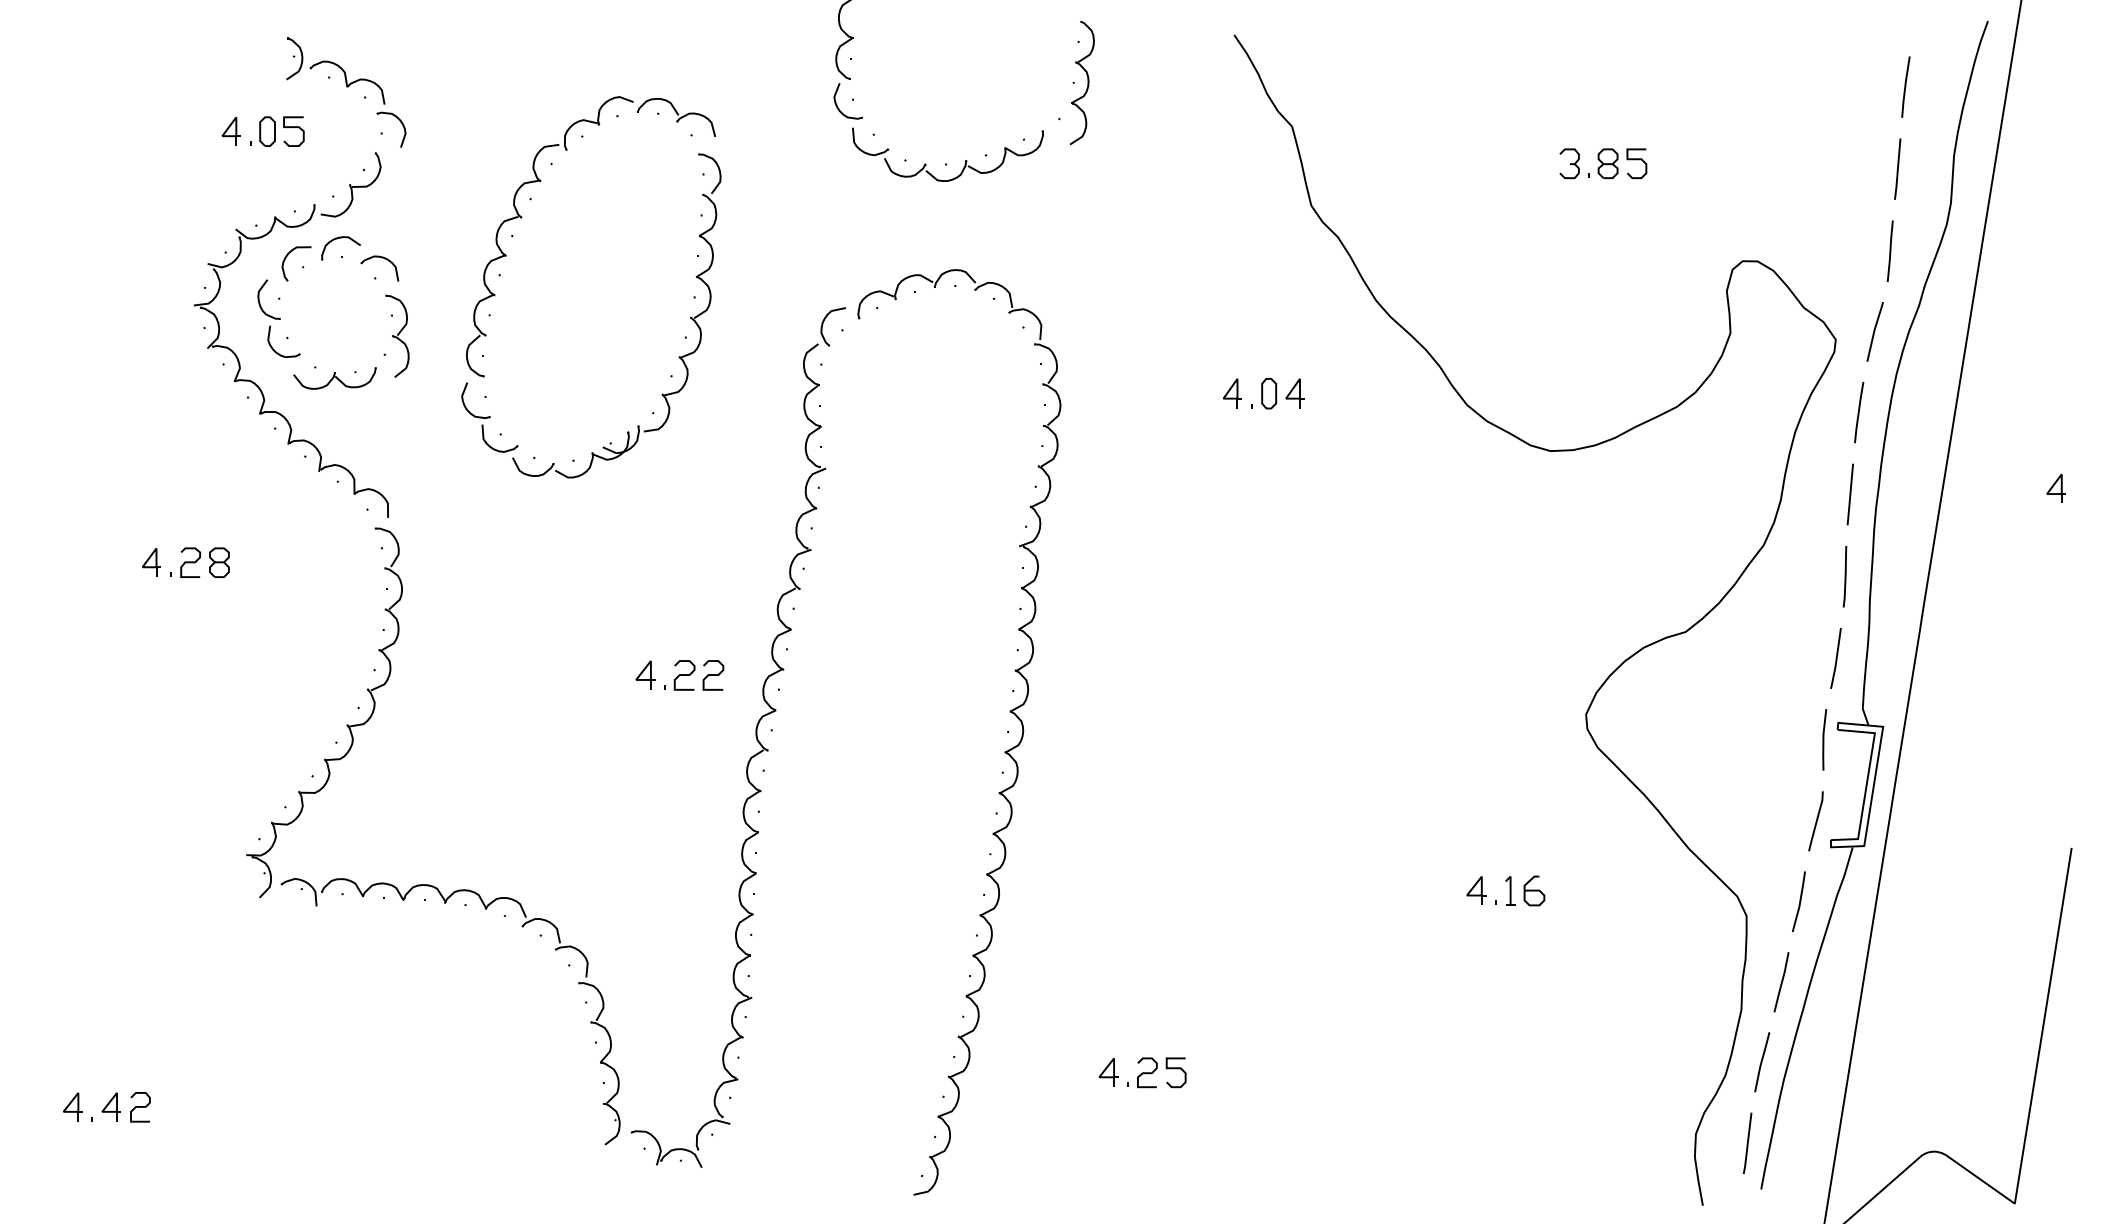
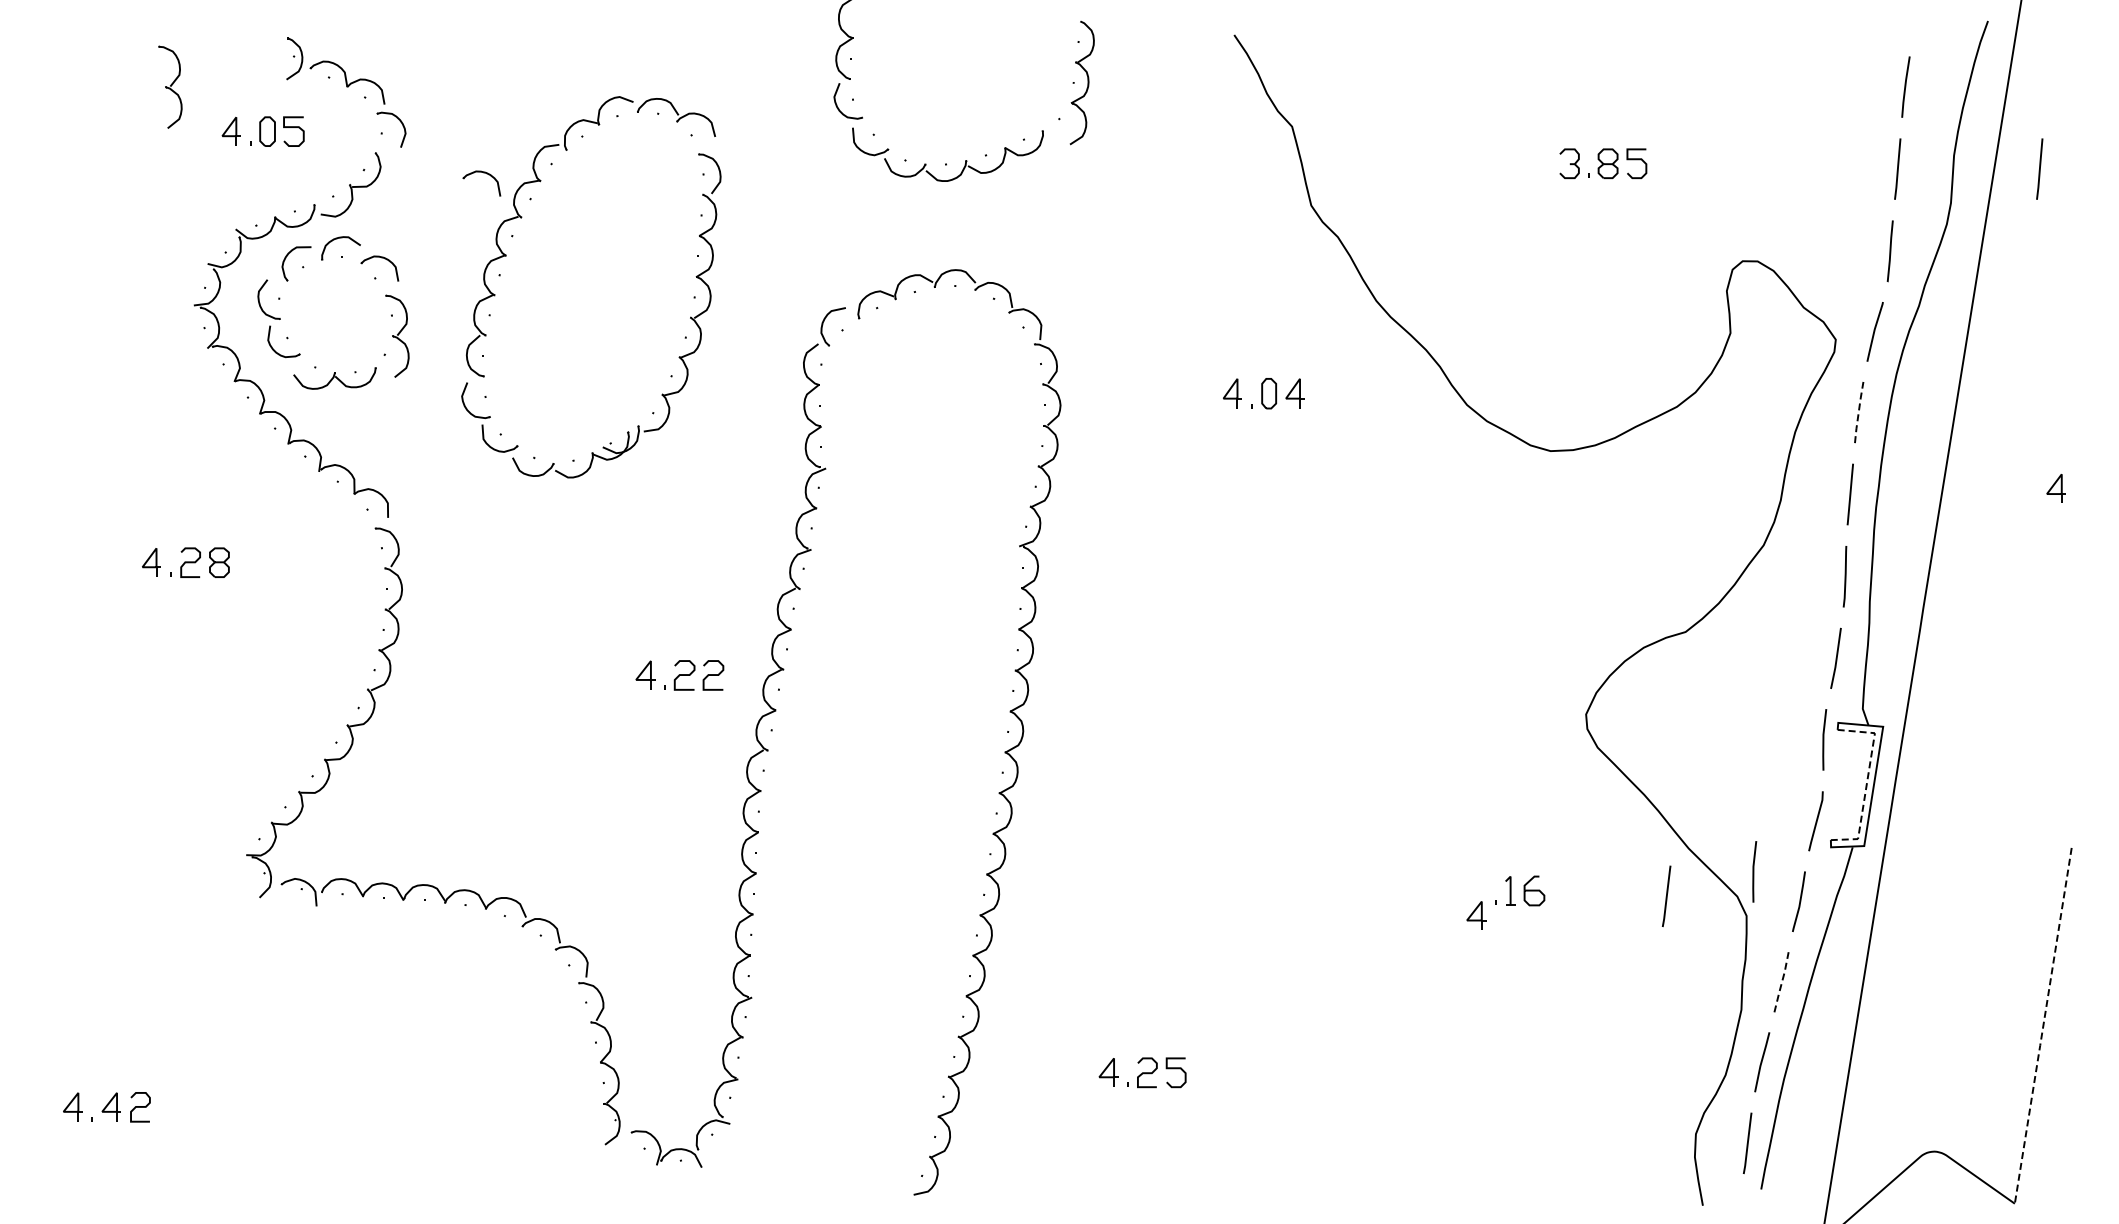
part at (170, 86): none -> present
line at (2039, 168): none -> present
part at (483, 173): none -> present
line at (1858, 412): solid -> dashed
line at (1867, 781): solid -> dashed
line at (1754, 871): none -> present
part at (1476, 890) position: (1476, 890) -> (1476, 915)
line at (1666, 896): none -> present
line at (1781, 982): solid -> dashed
line at (2043, 1027): solid -> dashed
